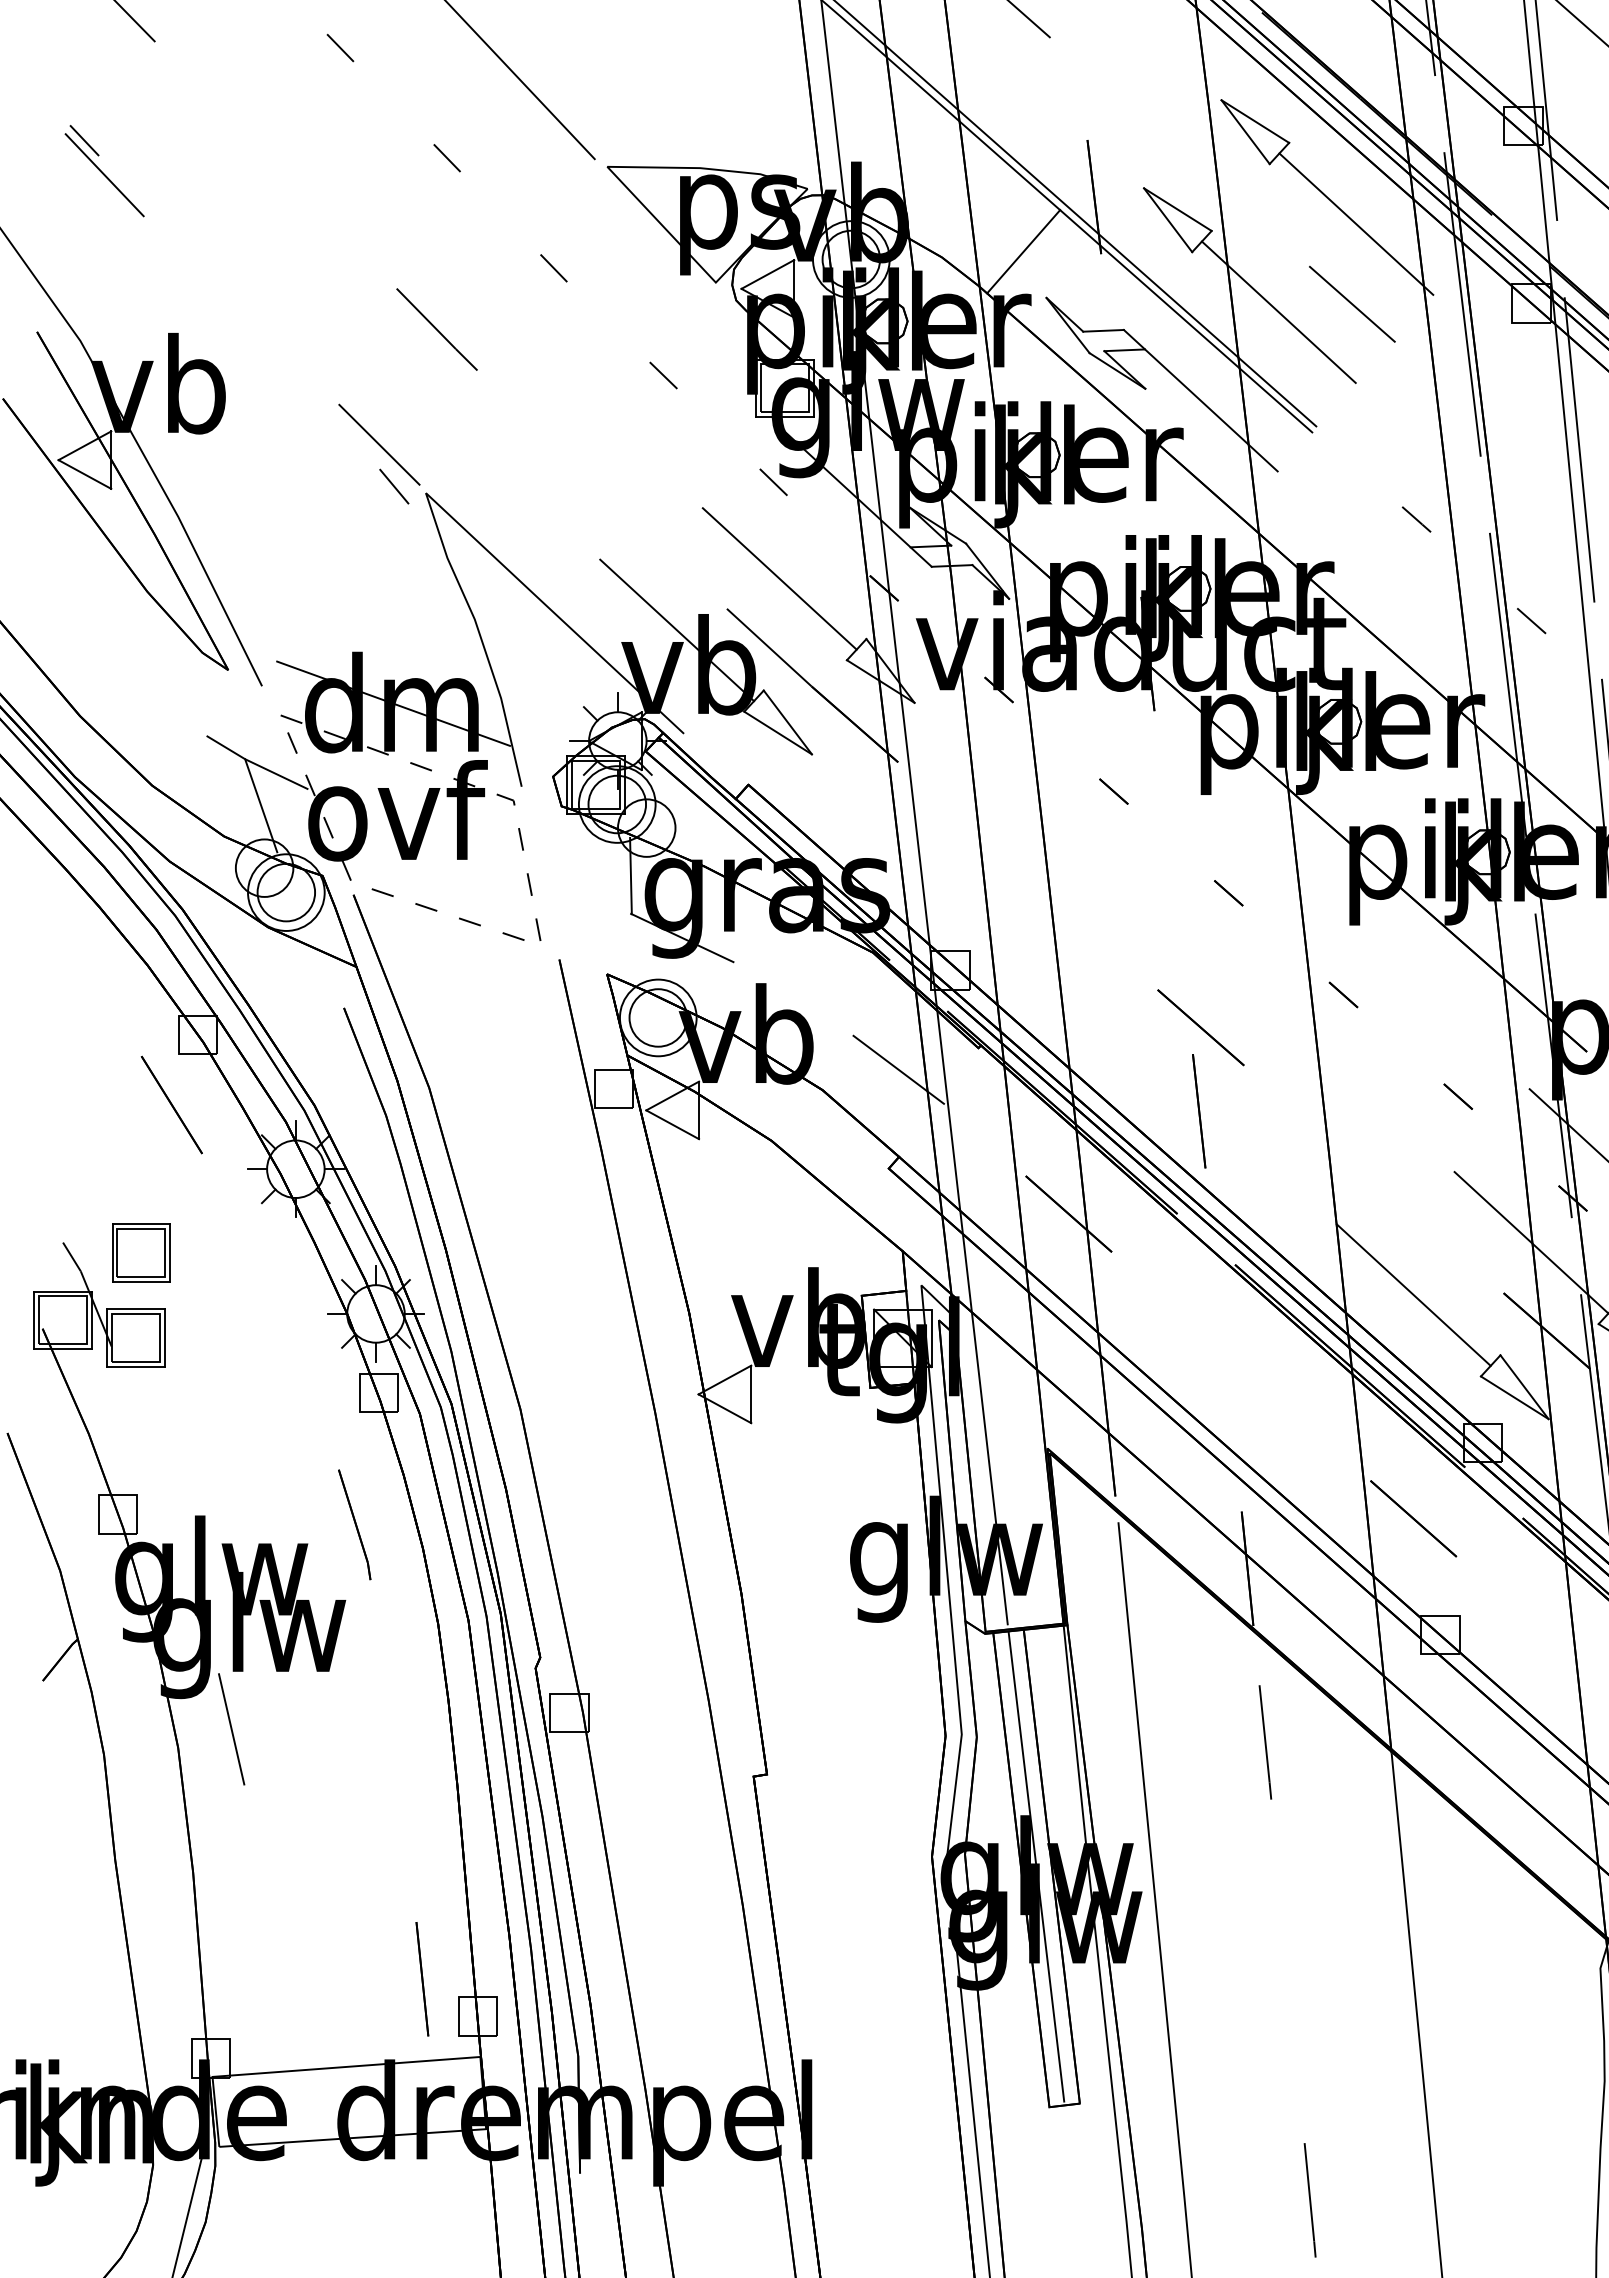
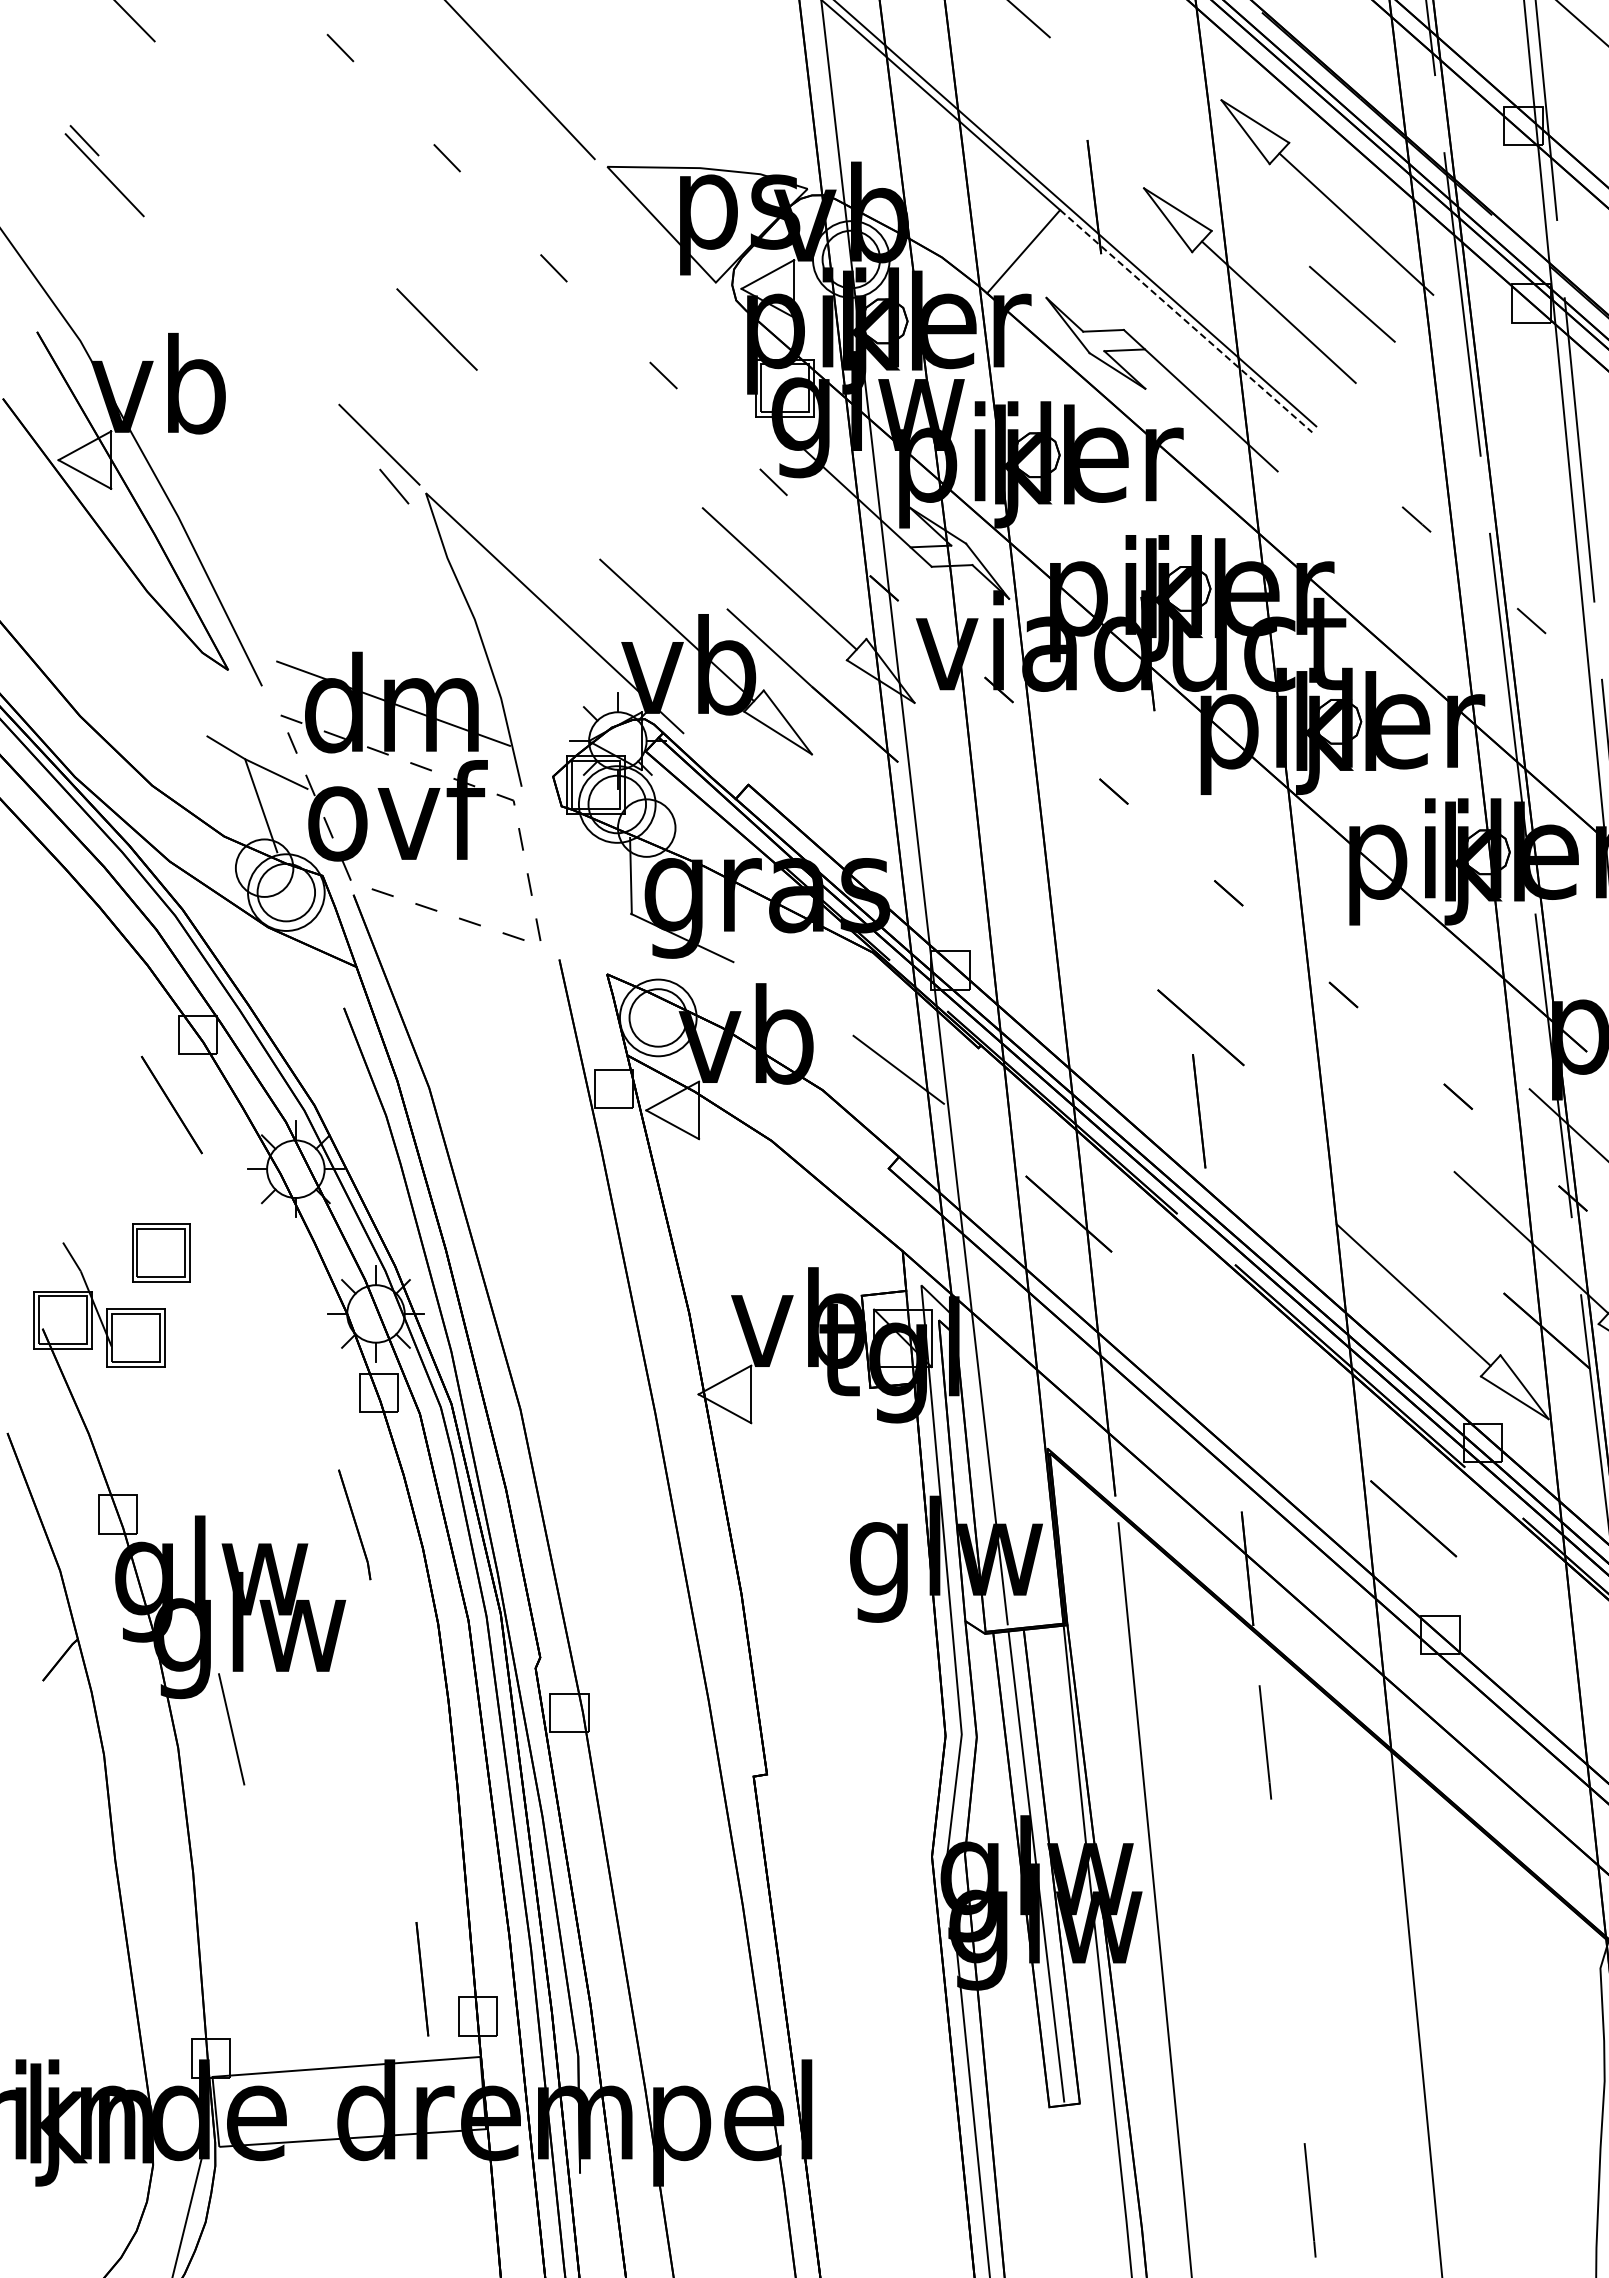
line at (1186, 321): solid -> dashed
part at (141, 1252) position: (141, 1252) -> (161, 1252)
